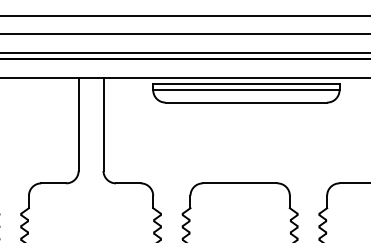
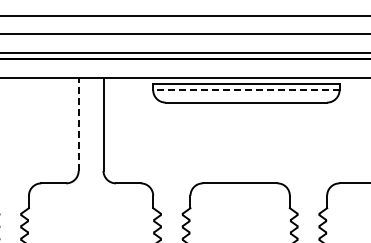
line at (245, 90): solid -> dashed
line at (78, 124): solid -> dashed
